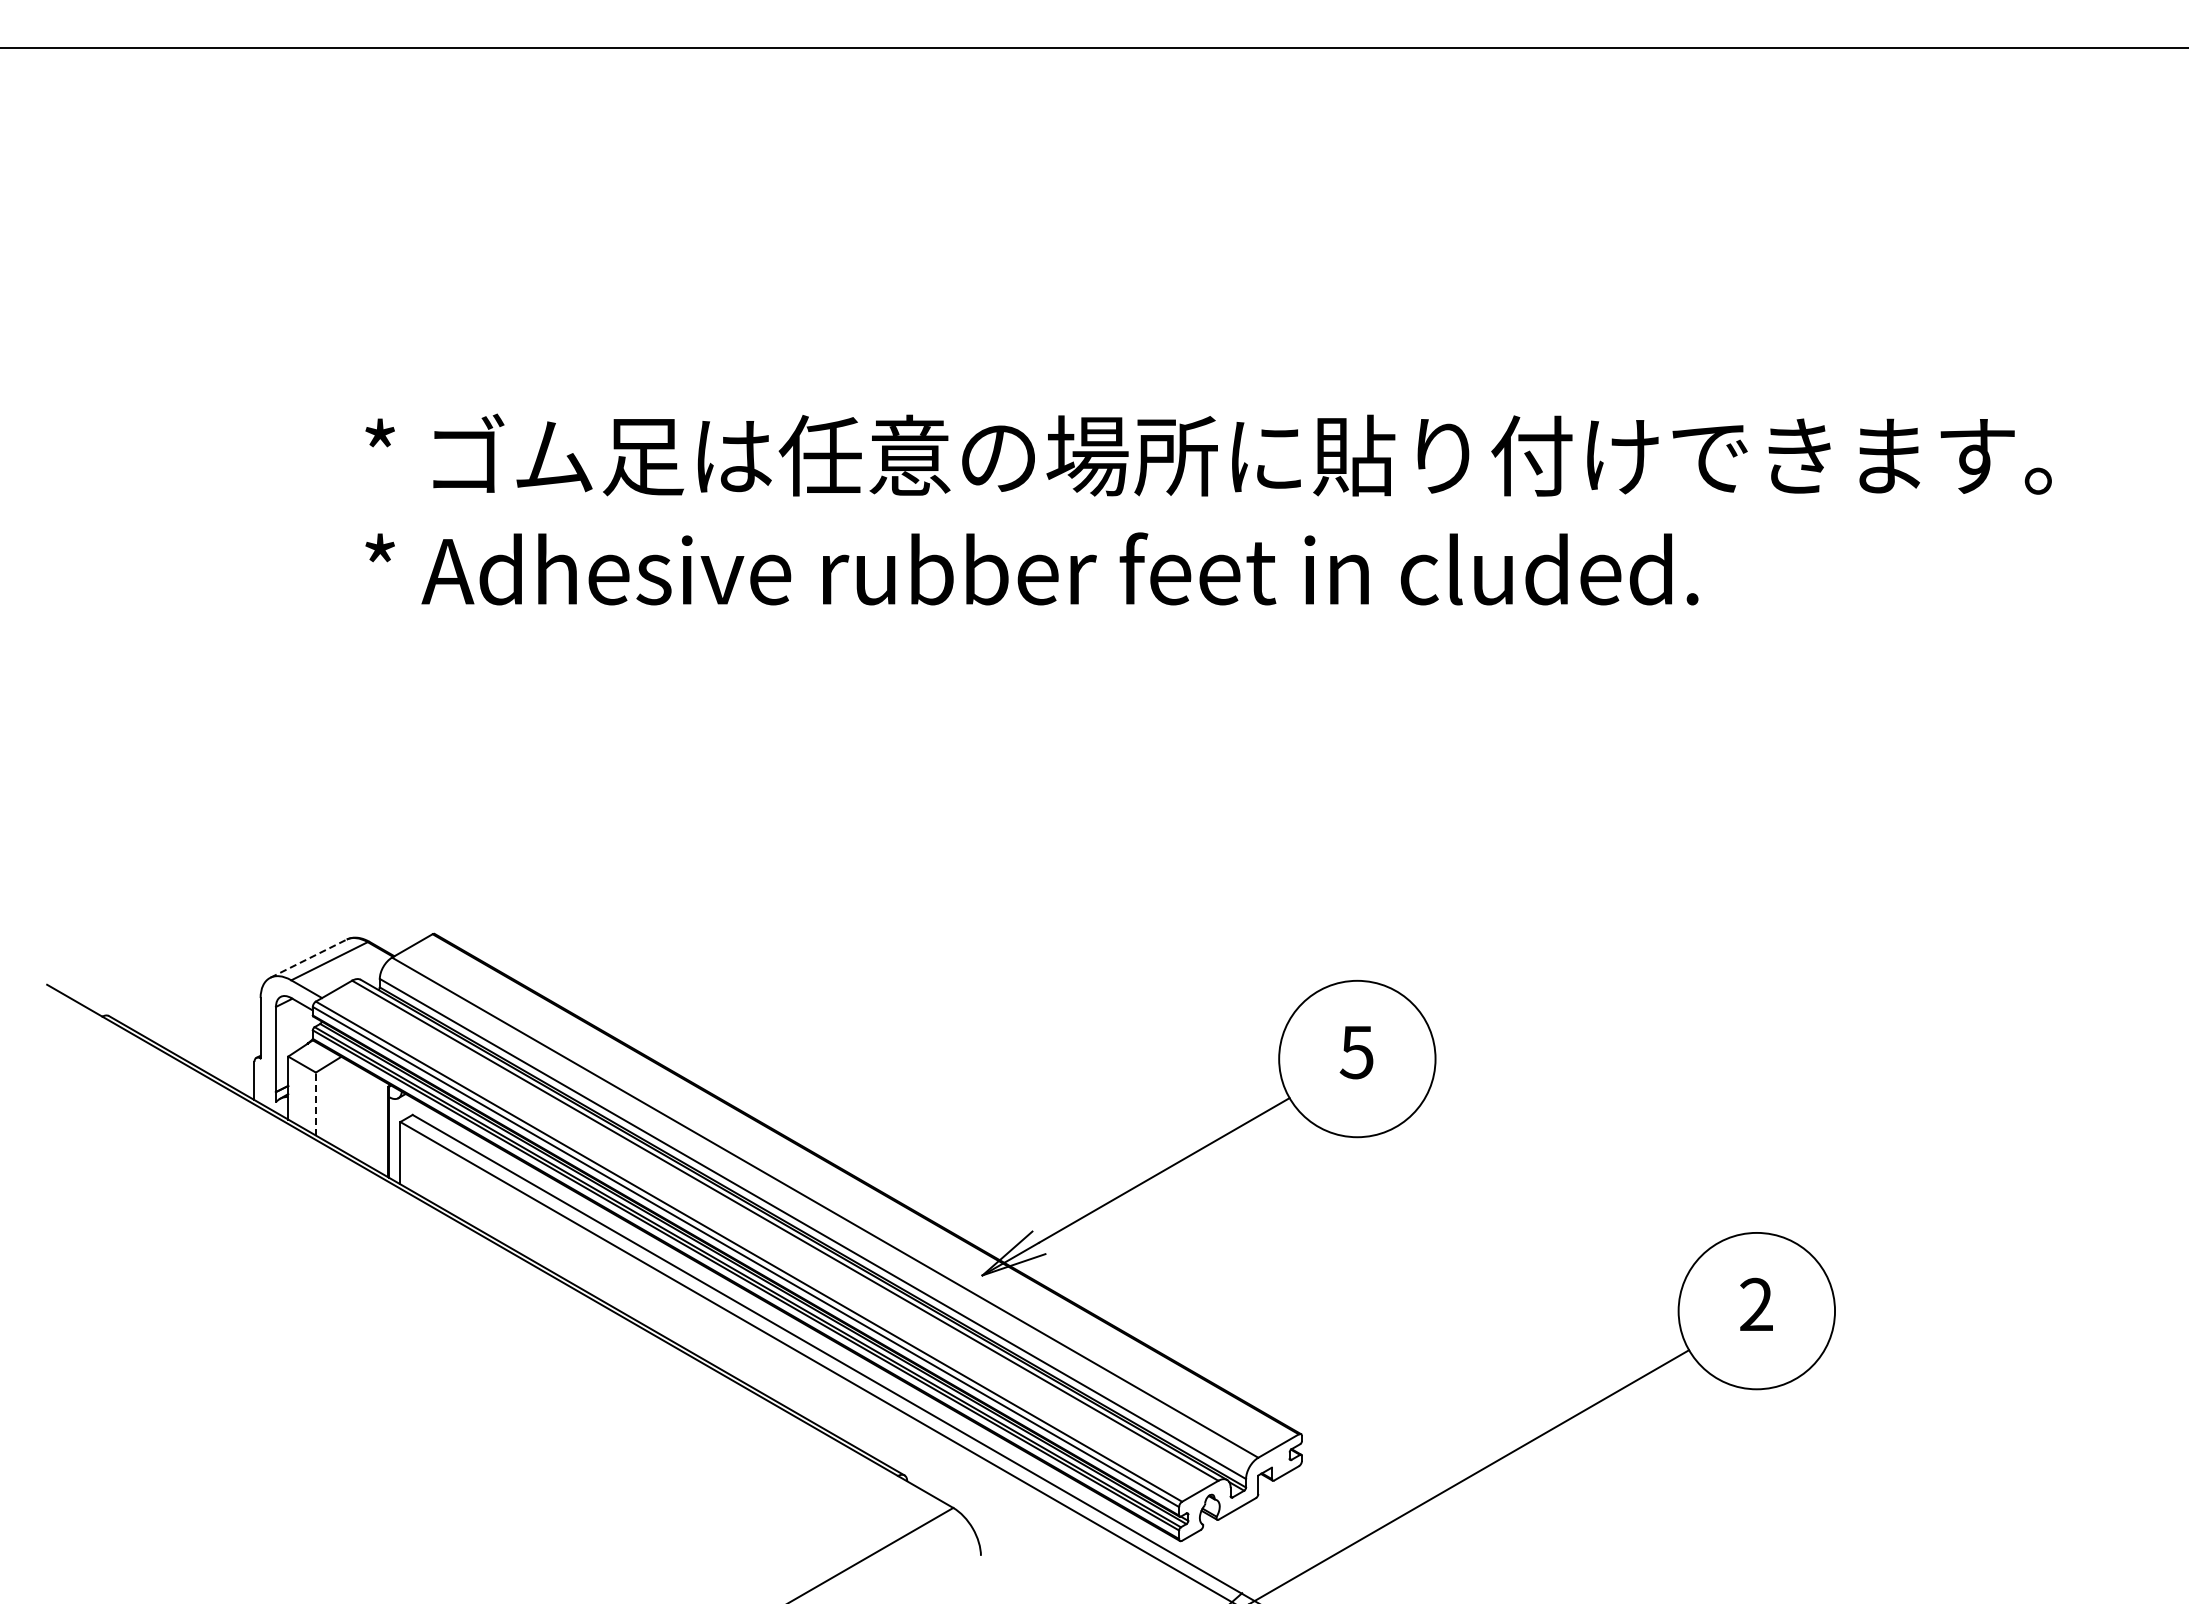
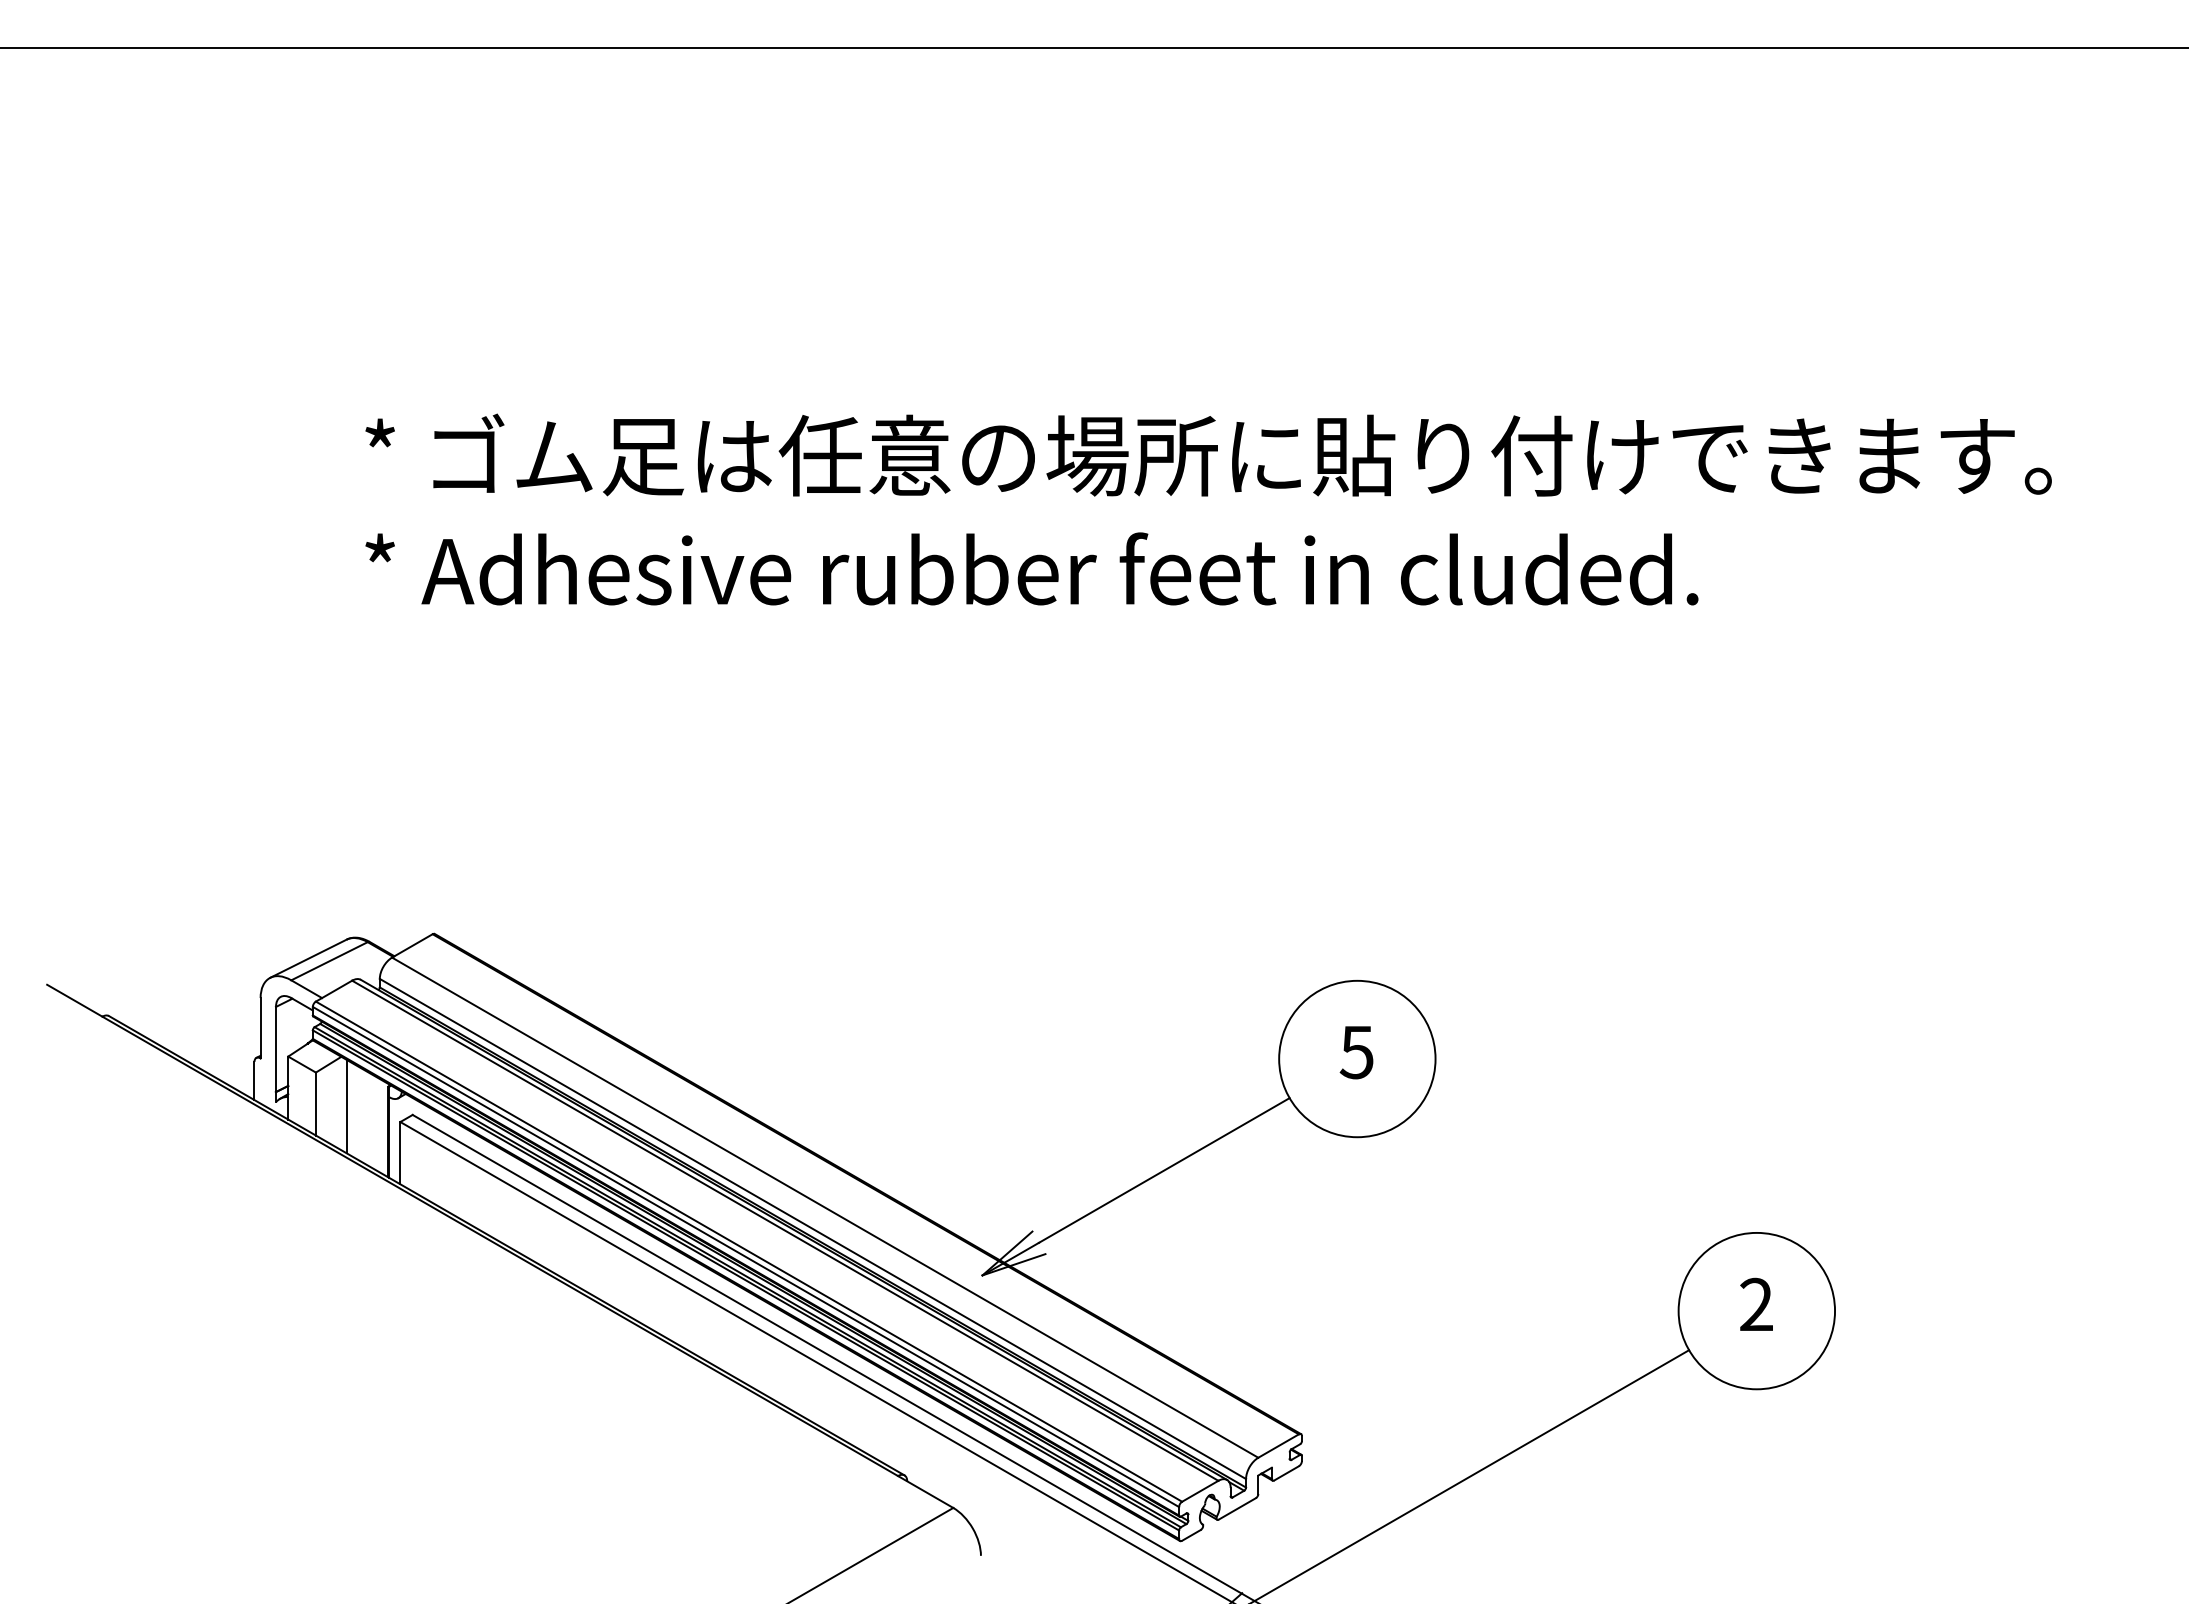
line at (308, 958): dashed -> solid
line at (315, 1103): dashed -> solid
line at (346, 1106): none -> present
